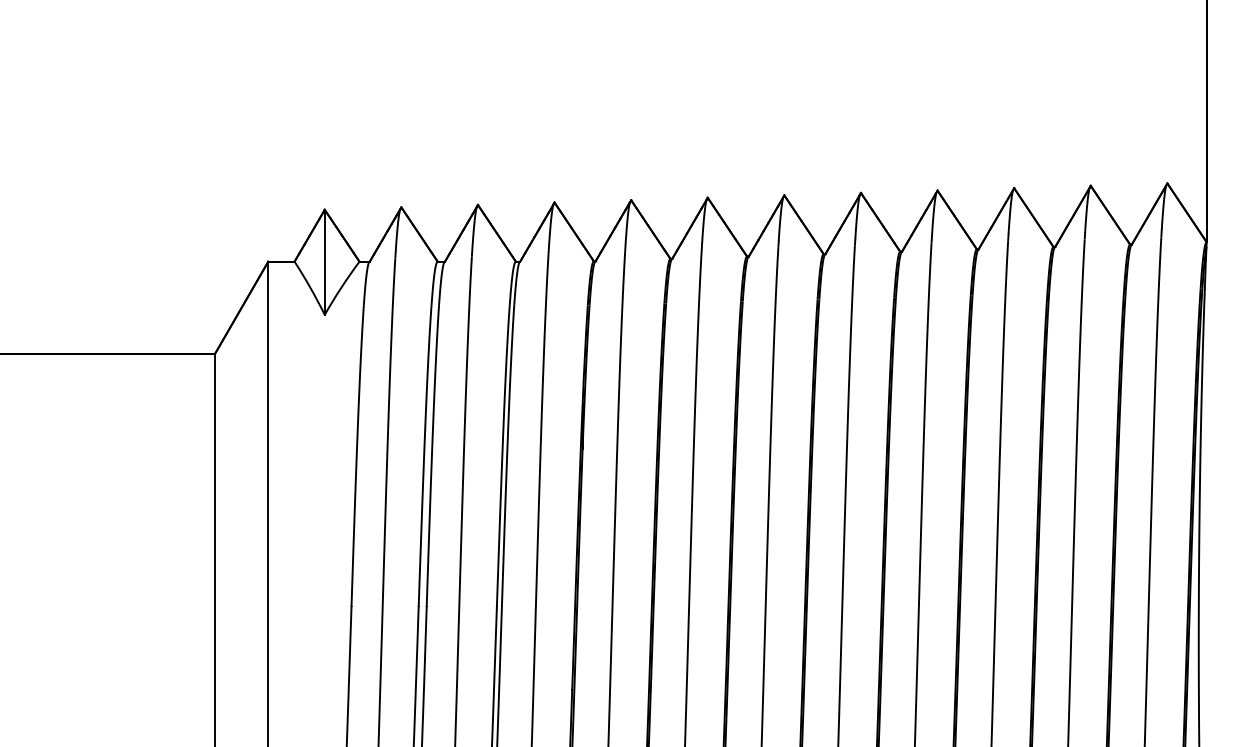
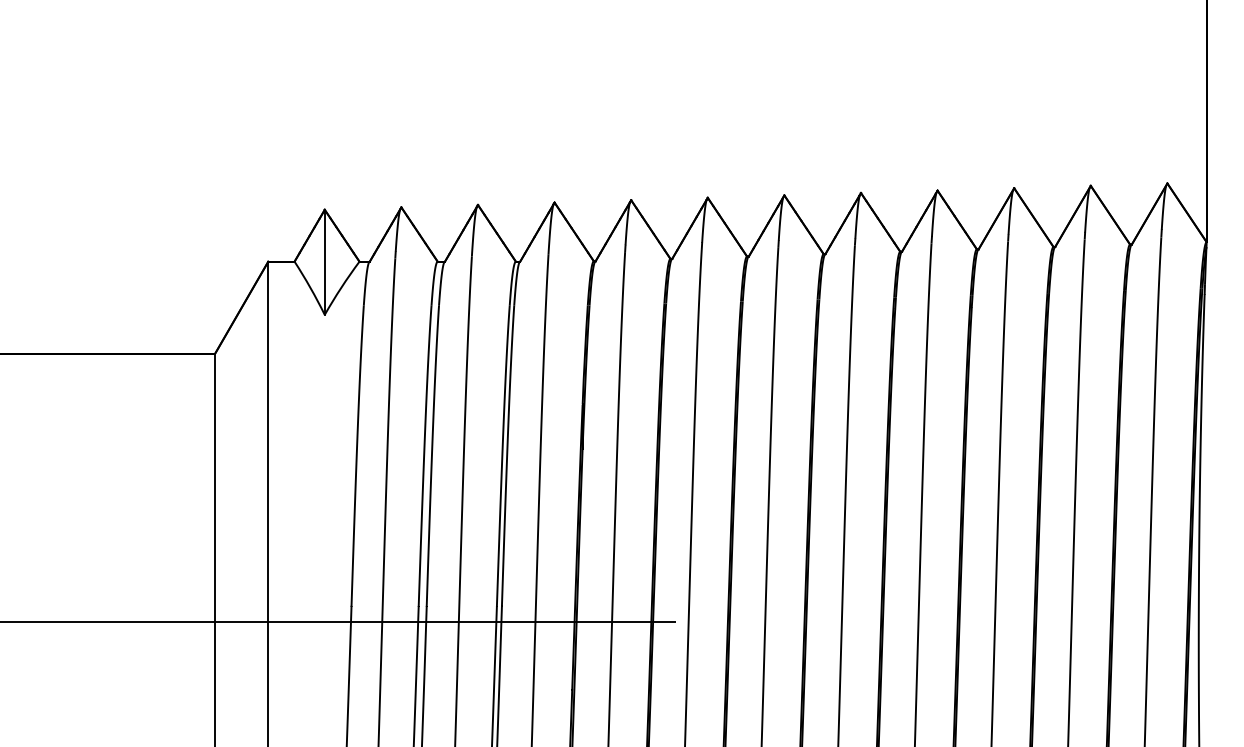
line at (338, 621): none -> present
